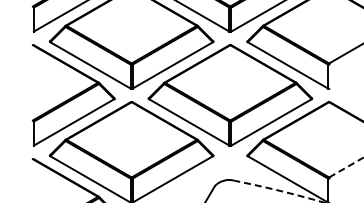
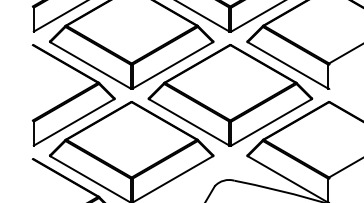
line at (346, 167): dashed -> solid
arc at (279, 190): dashed -> solid
